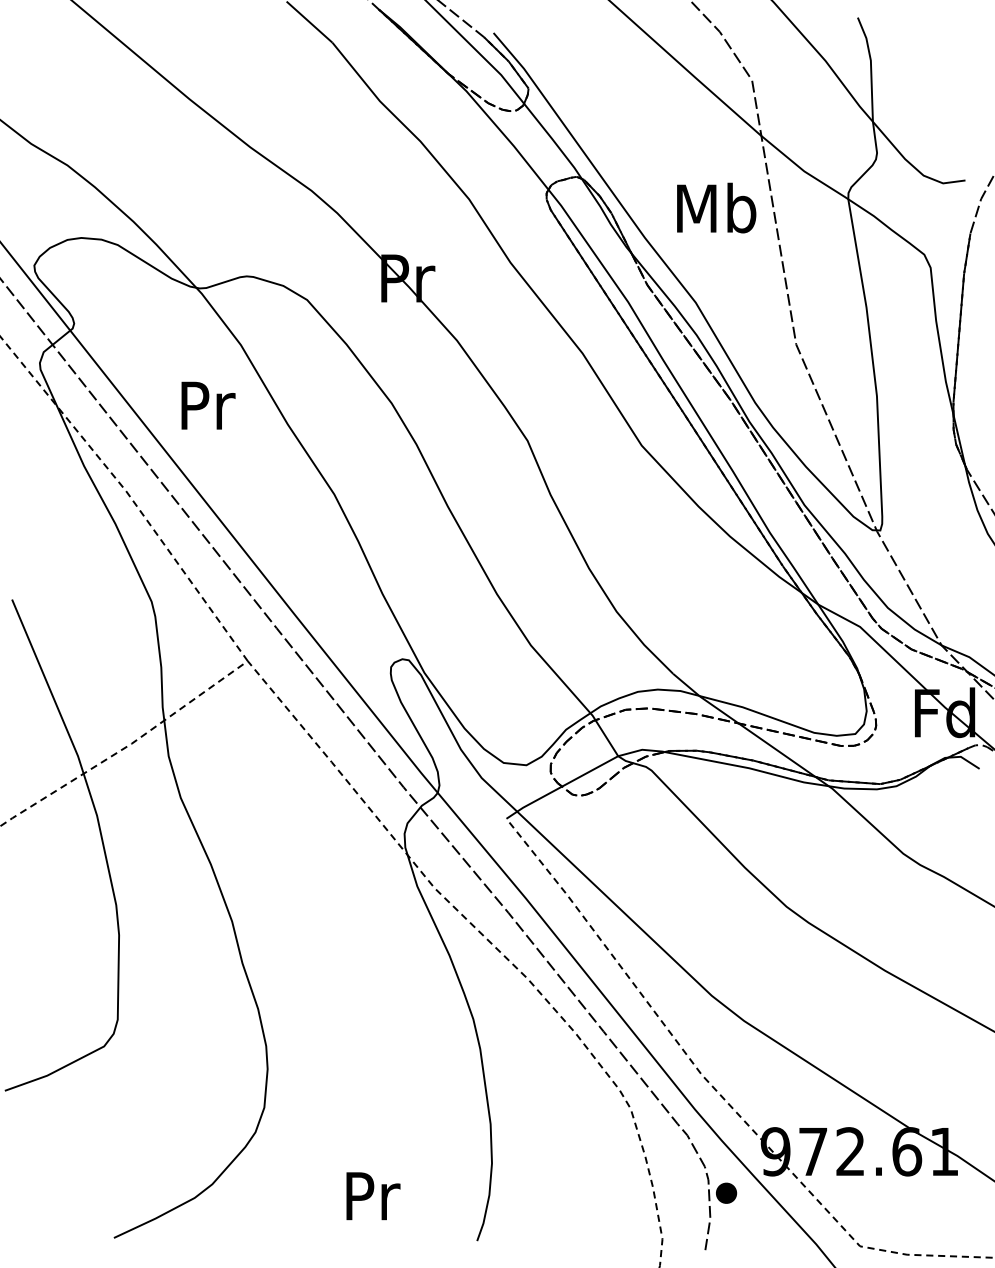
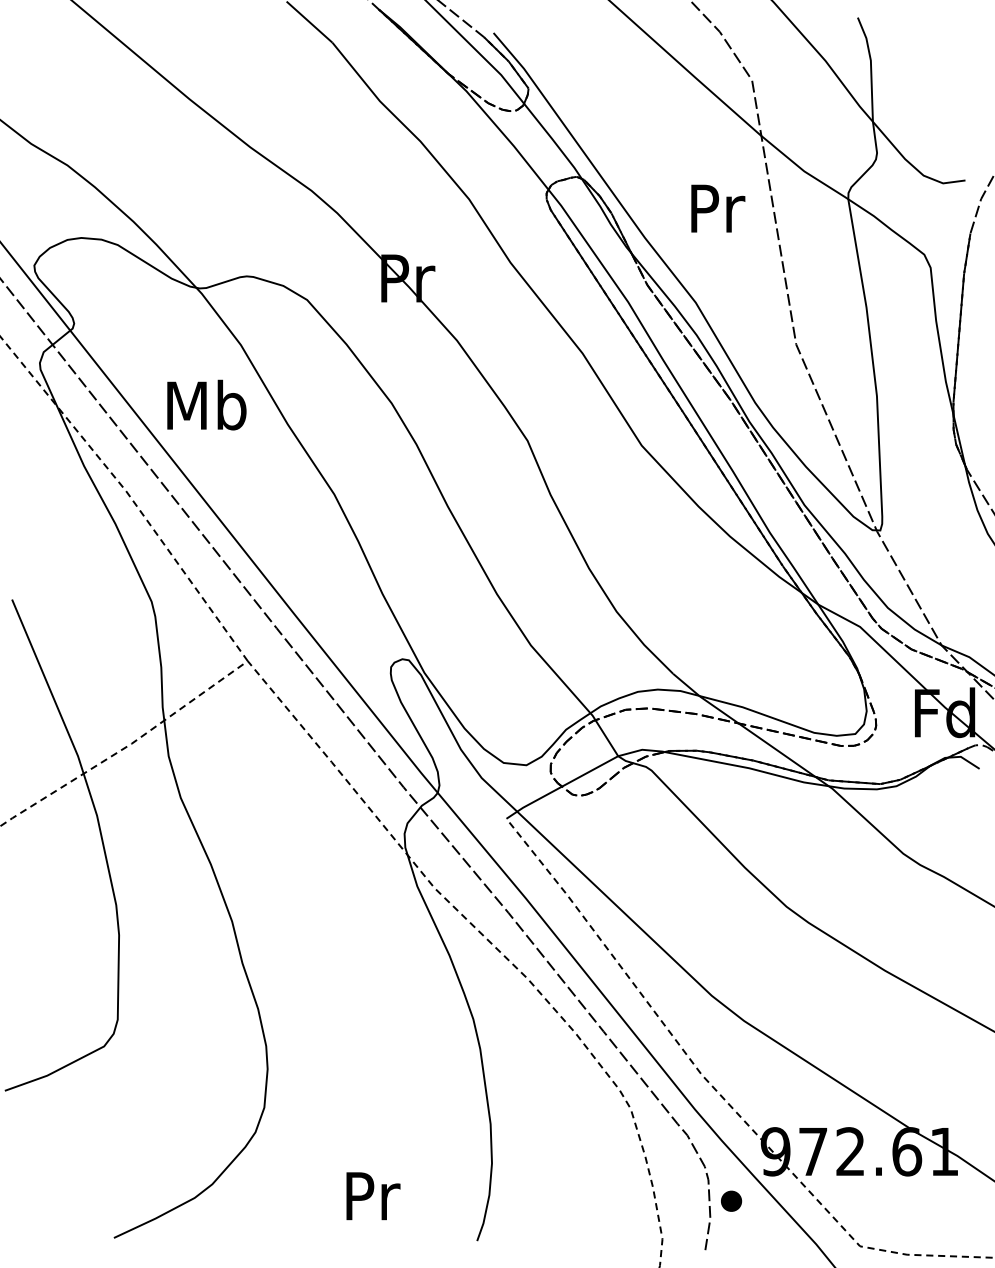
text at (716, 207): Mb -> Pr
text at (206, 404): Pr -> Mb
part at (726, 1192) position: (726, 1192) -> (731, 1200)
